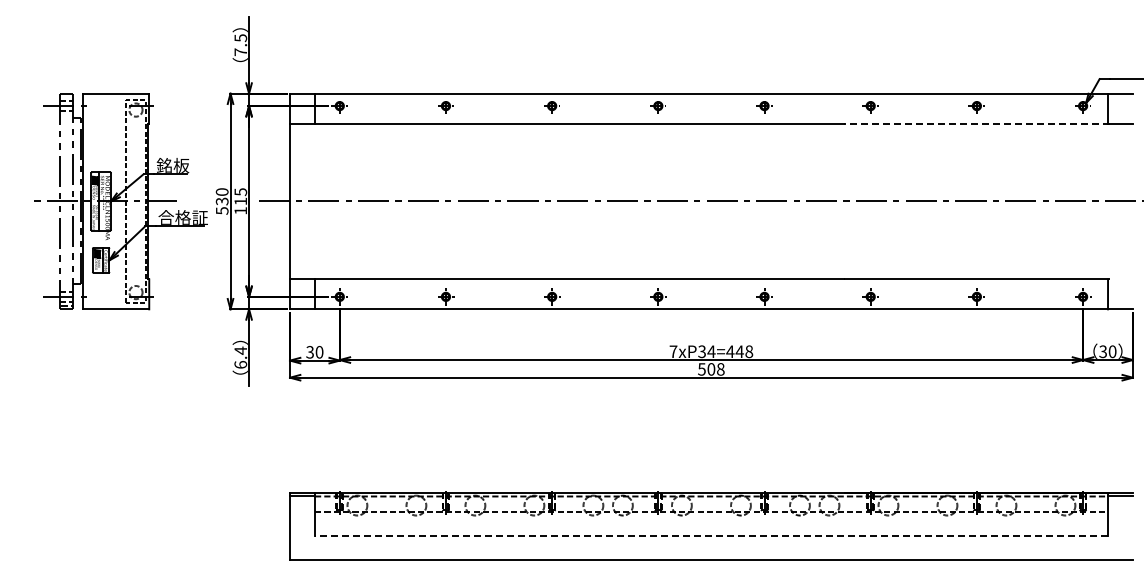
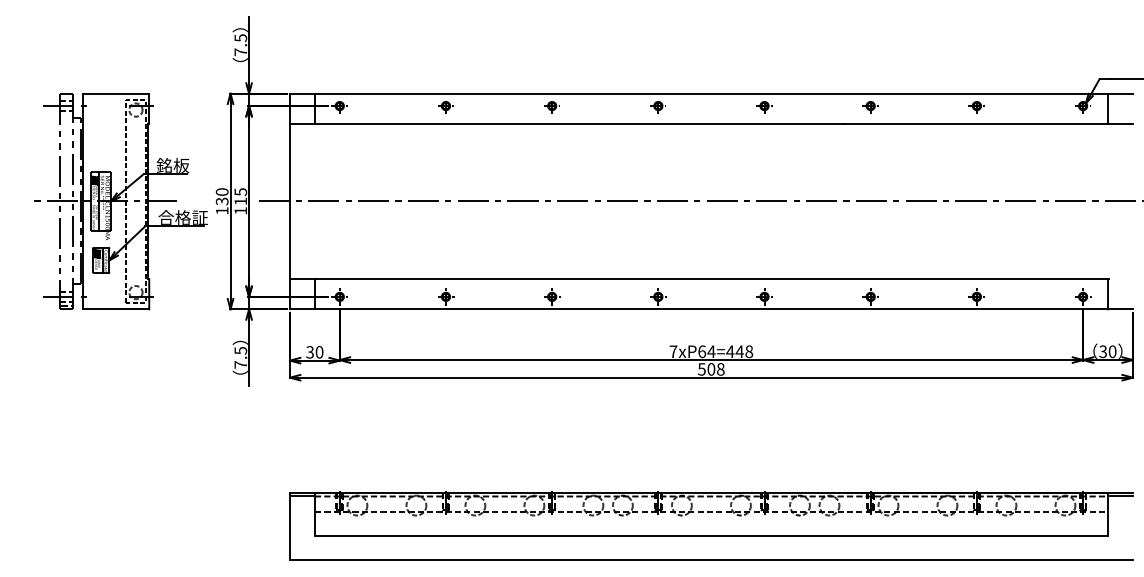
line at (976, 123): dashed -> solid
text at (222, 210): 530 -> 130
text at (702, 351): 7xP34=448 -> 7xP64=448
text at (240, 357): 6.4 -> 7.5
line at (711, 536): dashed -> solid
